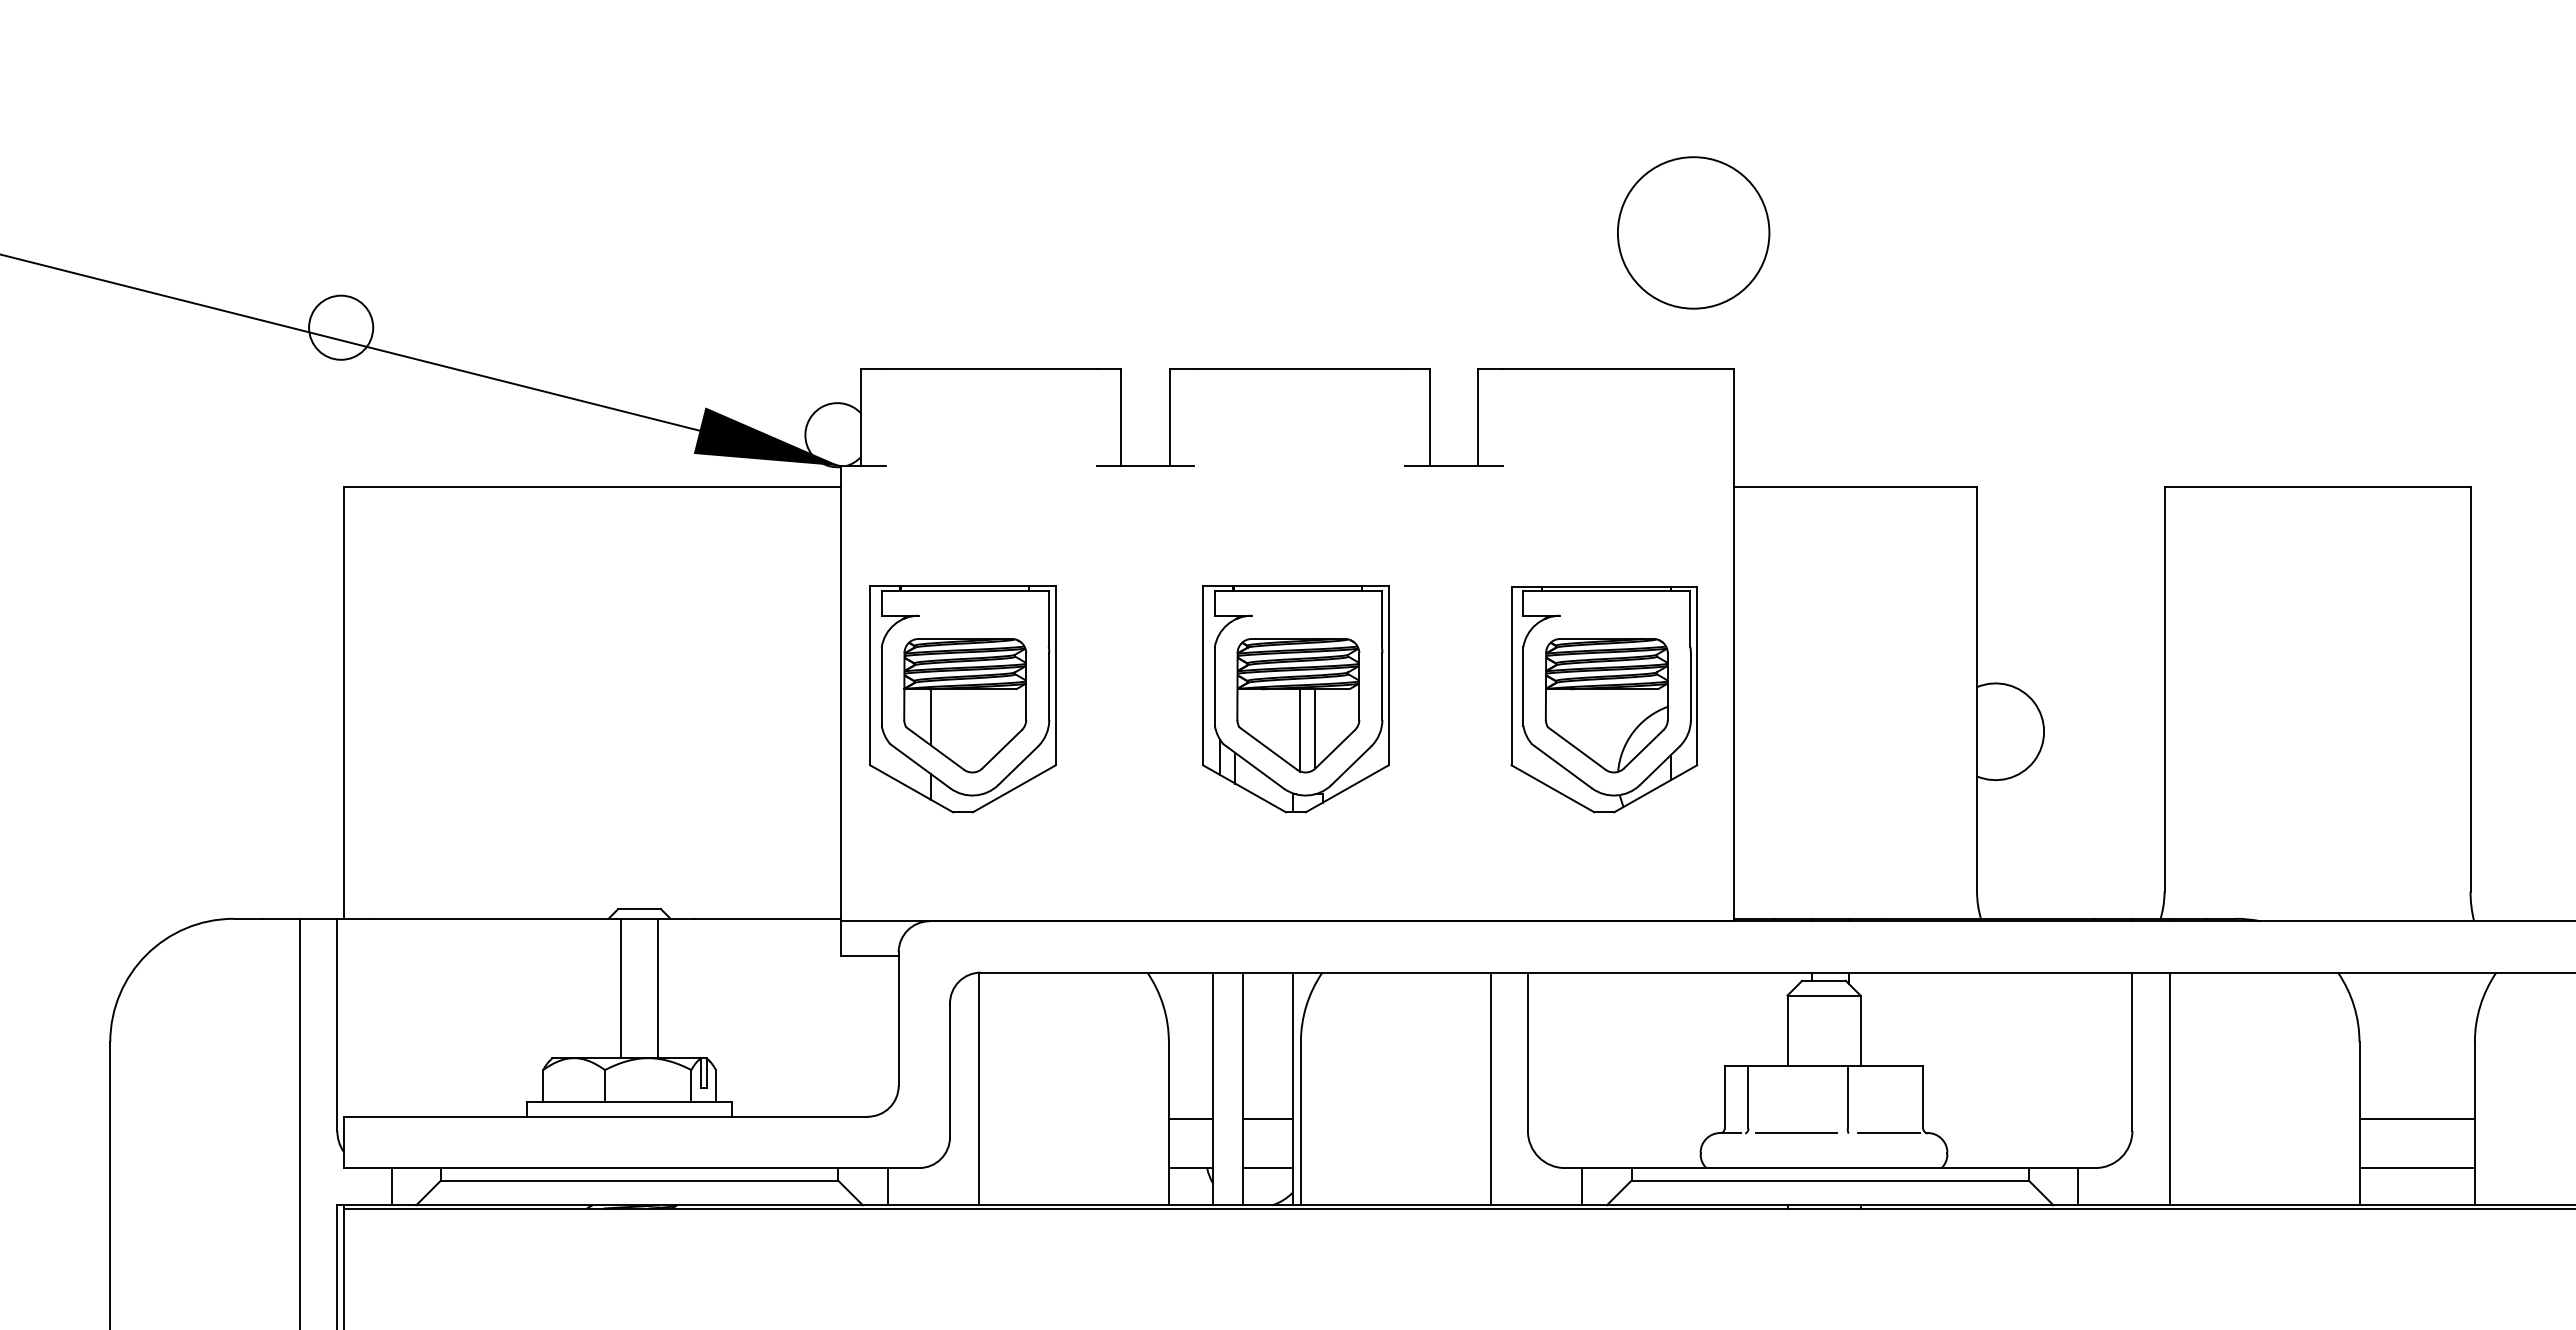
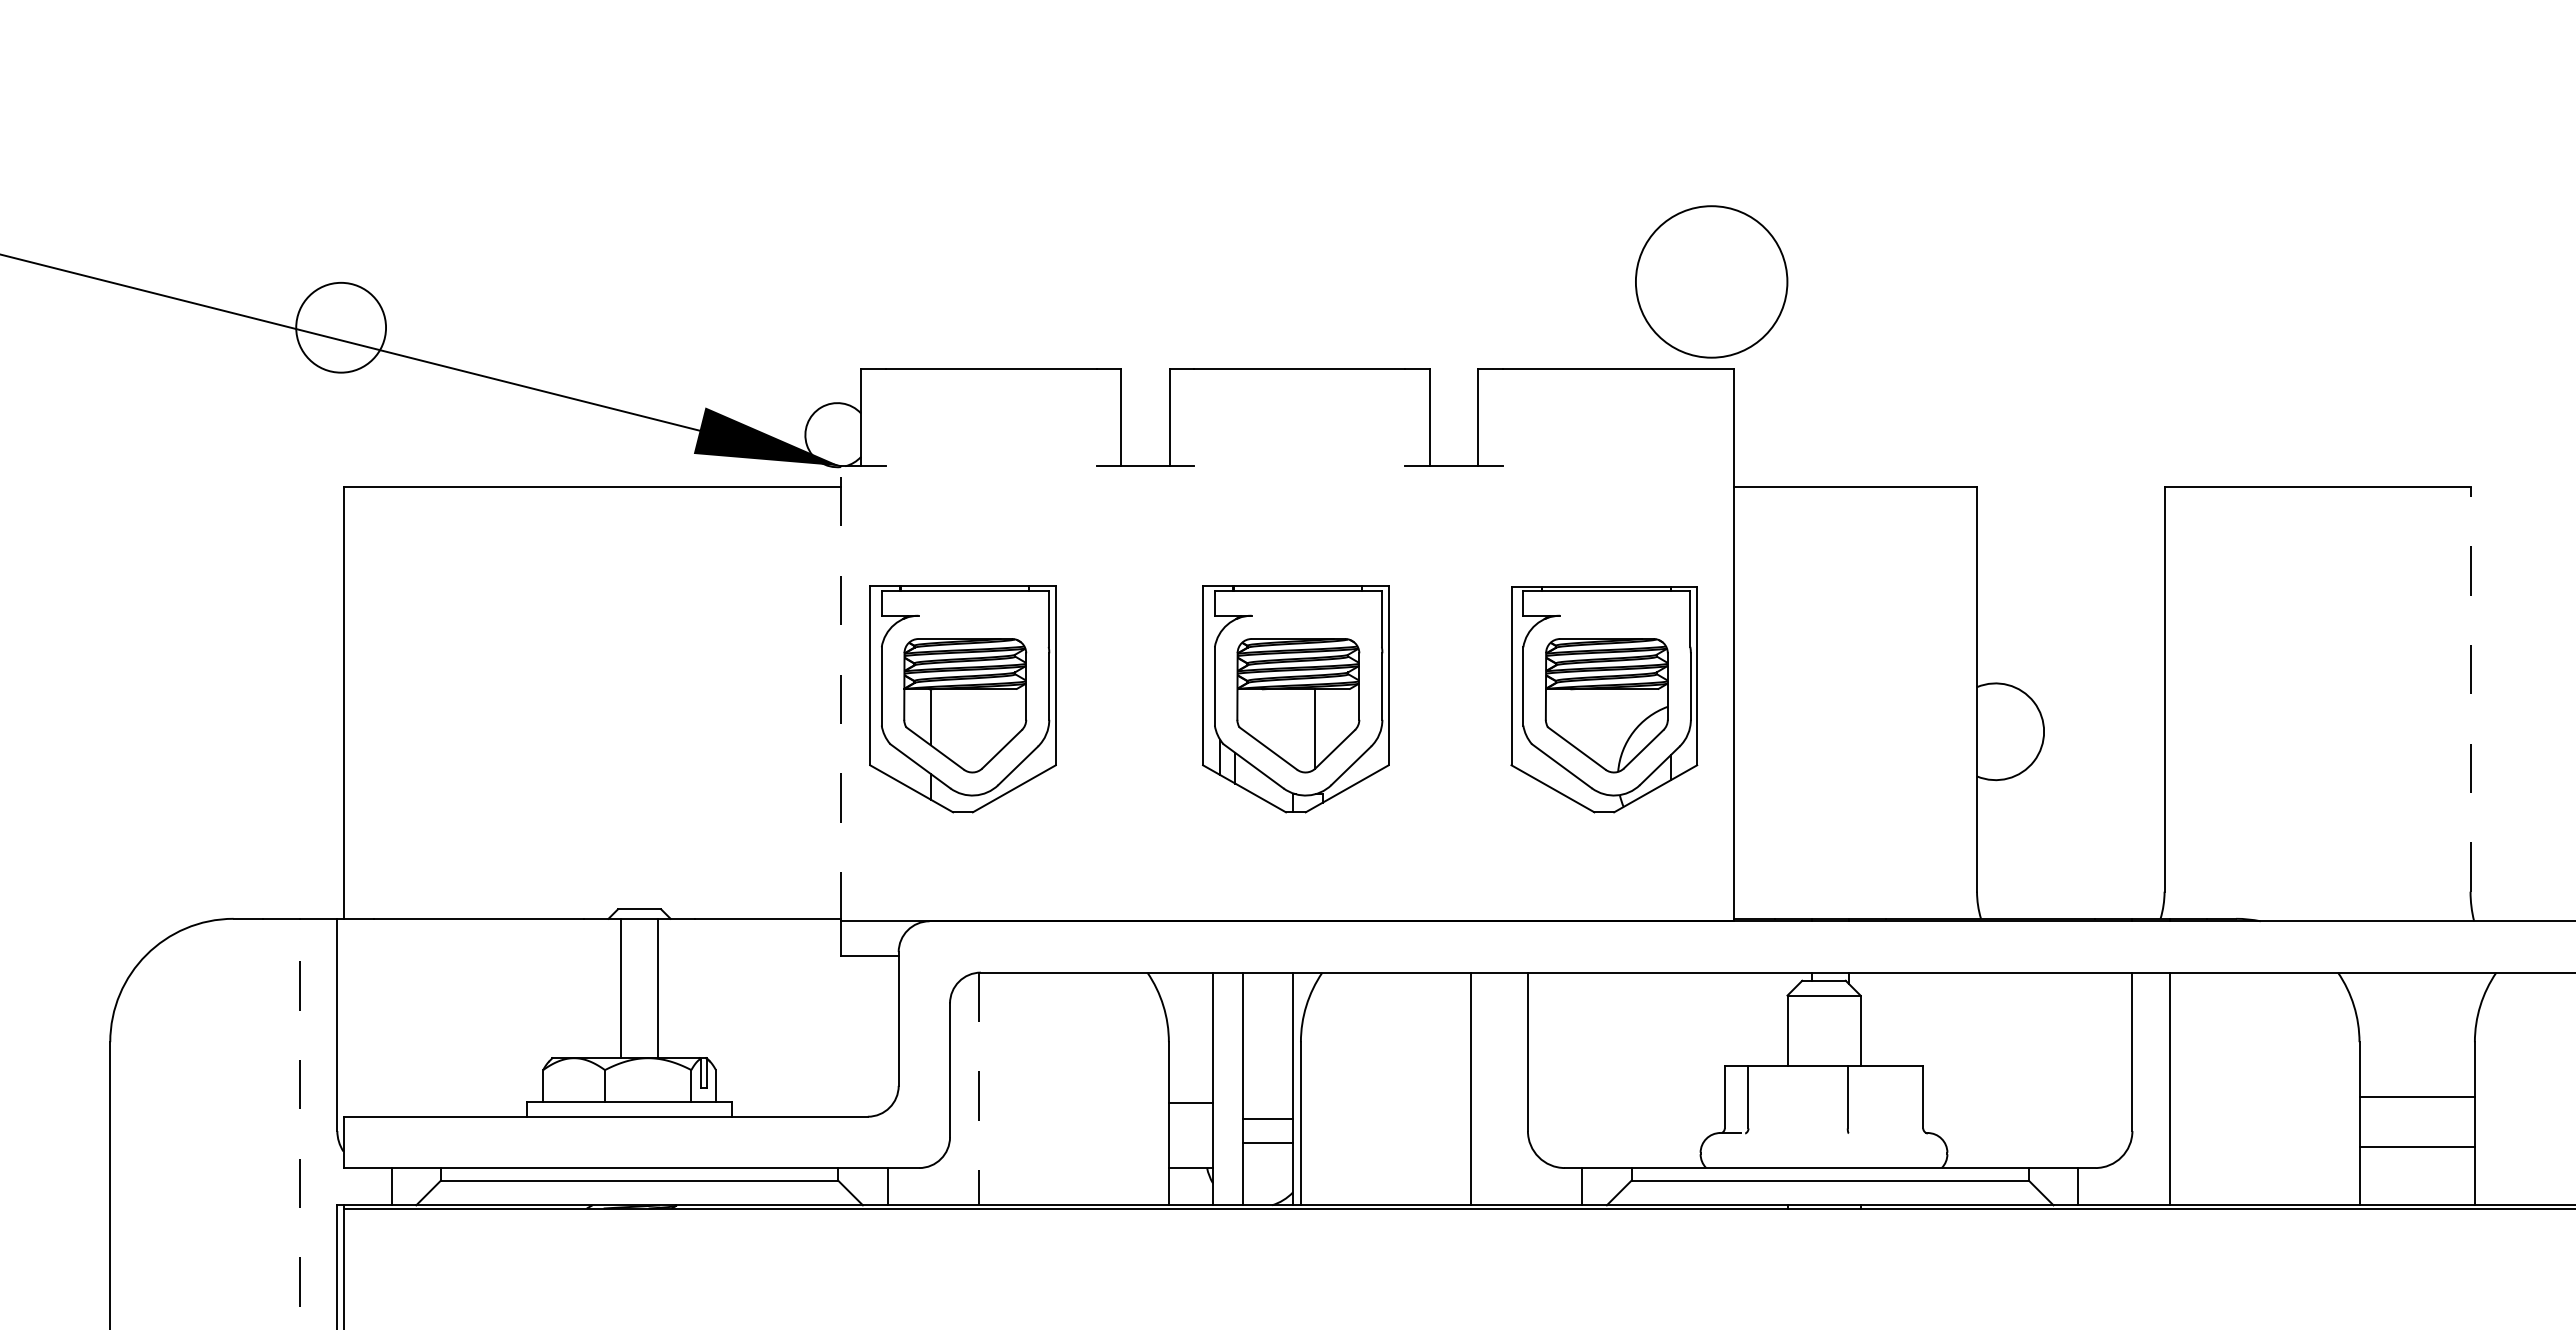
circle at (1693, 232) position: (1693, 232) -> (1711, 281)
circle at (341, 327) diameter: 64 px -> 90 px
line at (2470, 688): solid -> dashed
line at (840, 693): solid -> dashed
line at (1300, 730): present -> none
line at (1490, 1088) position: (1490, 1088) -> (1470, 1088)
line at (978, 1089): solid -> dashed
line at (1190, 1118) position: (1190, 1118) -> (1190, 1102)
line at (2416, 1118) position: (2416, 1118) -> (2416, 1096)
line at (300, 1123): solid -> dashed
line at (1796, 1133): present -> none
line at (1888, 1133): present -> none
line at (1267, 1168) position: (1267, 1168) -> (1267, 1143)
line at (2416, 1168) position: (2416, 1168) -> (2416, 1147)
